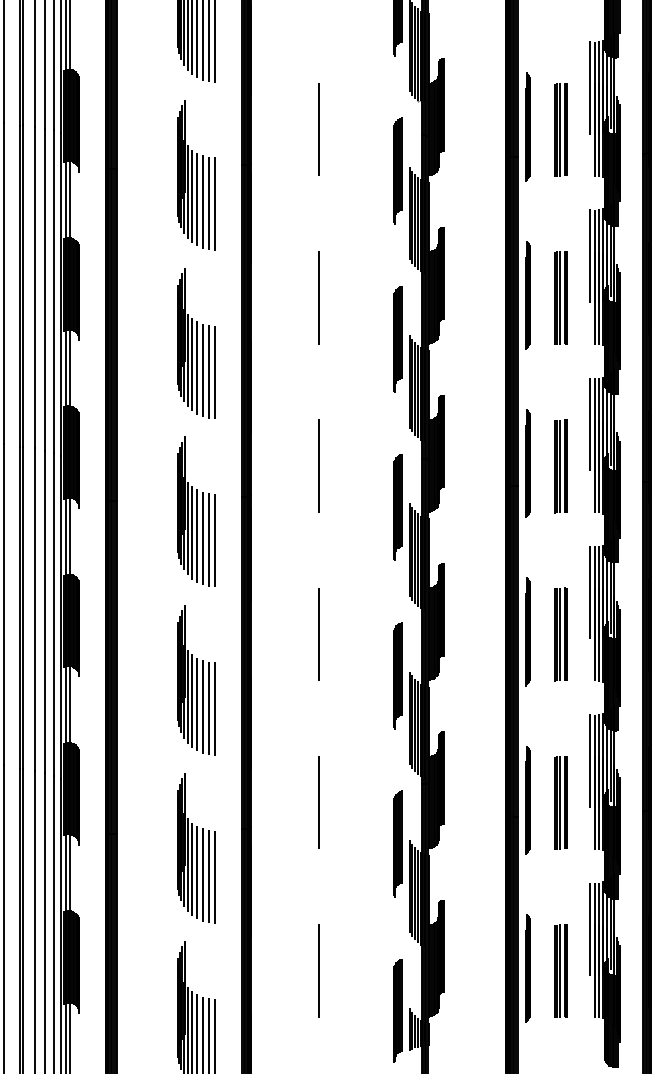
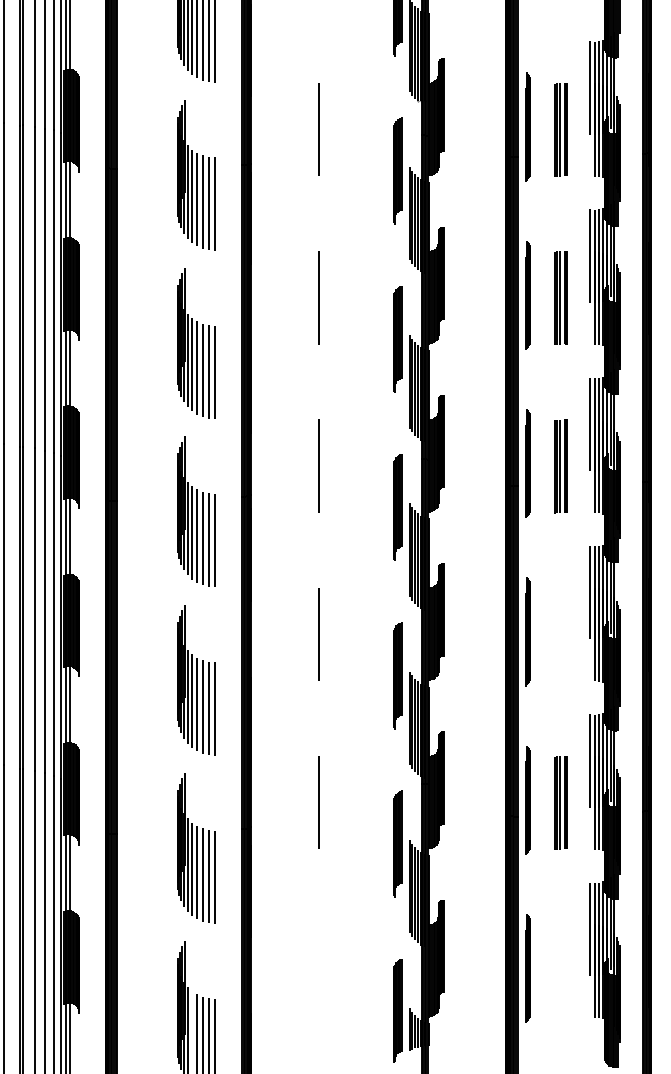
part at (560, 634): present -> none
line at (319, 970): present -> none
part at (560, 970): present -> none
line at (192, 1030): present -> none
